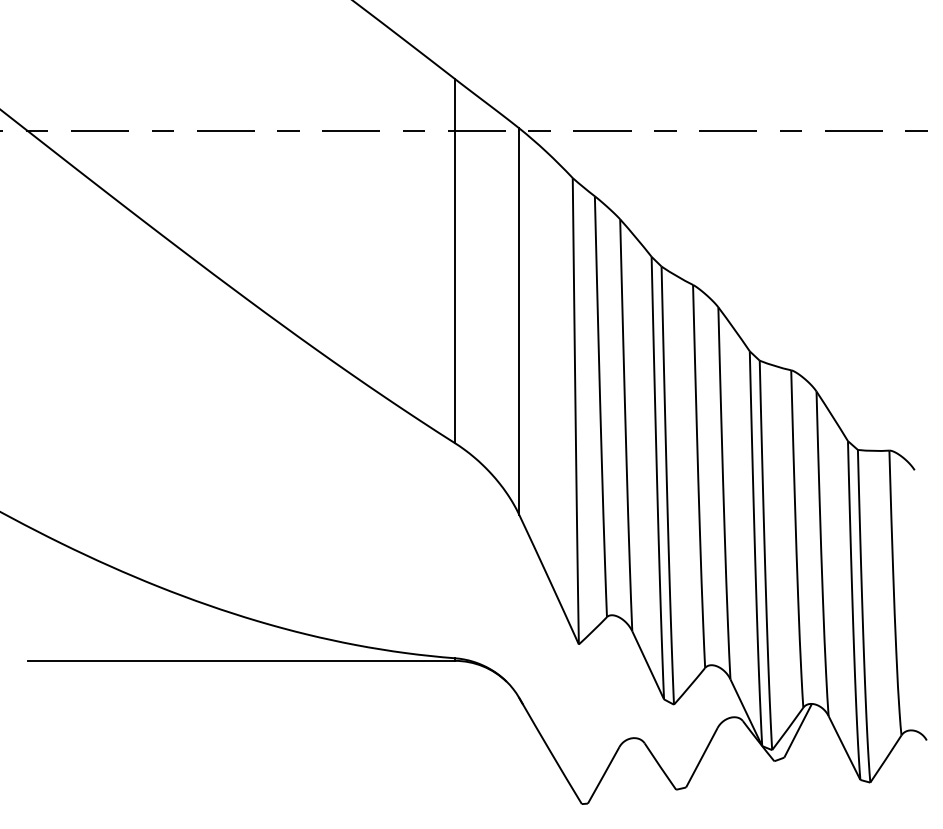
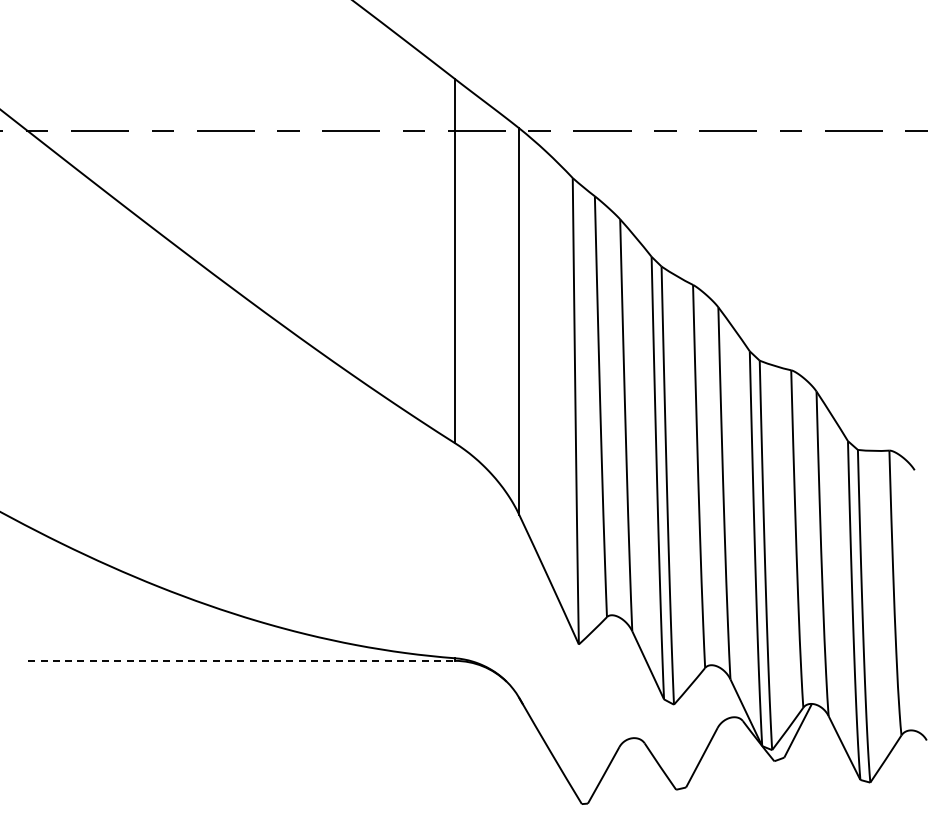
line at (242, 660): solid -> dashed
